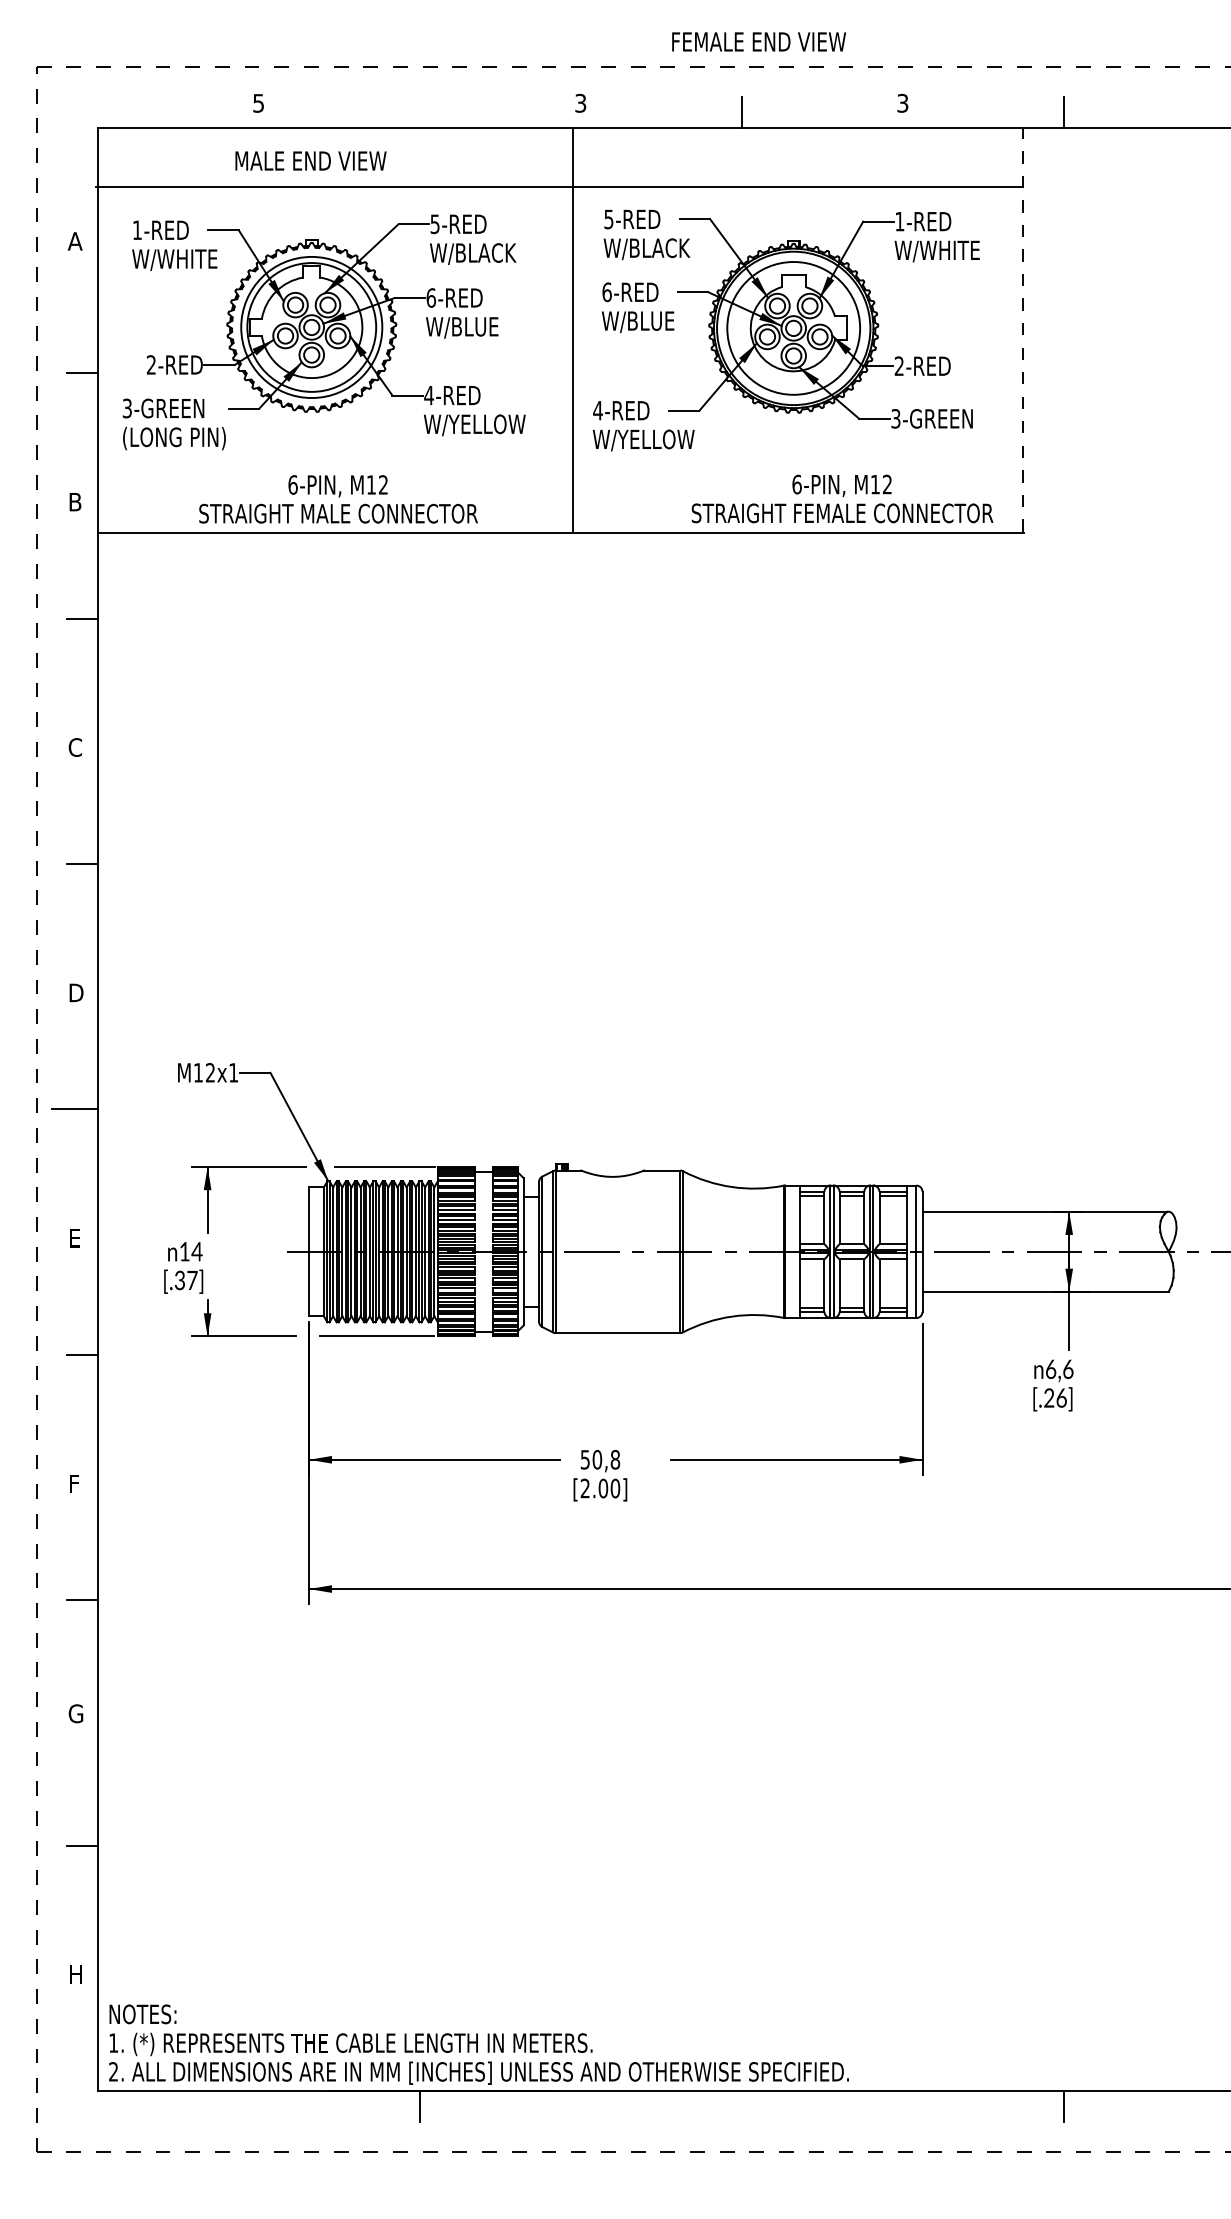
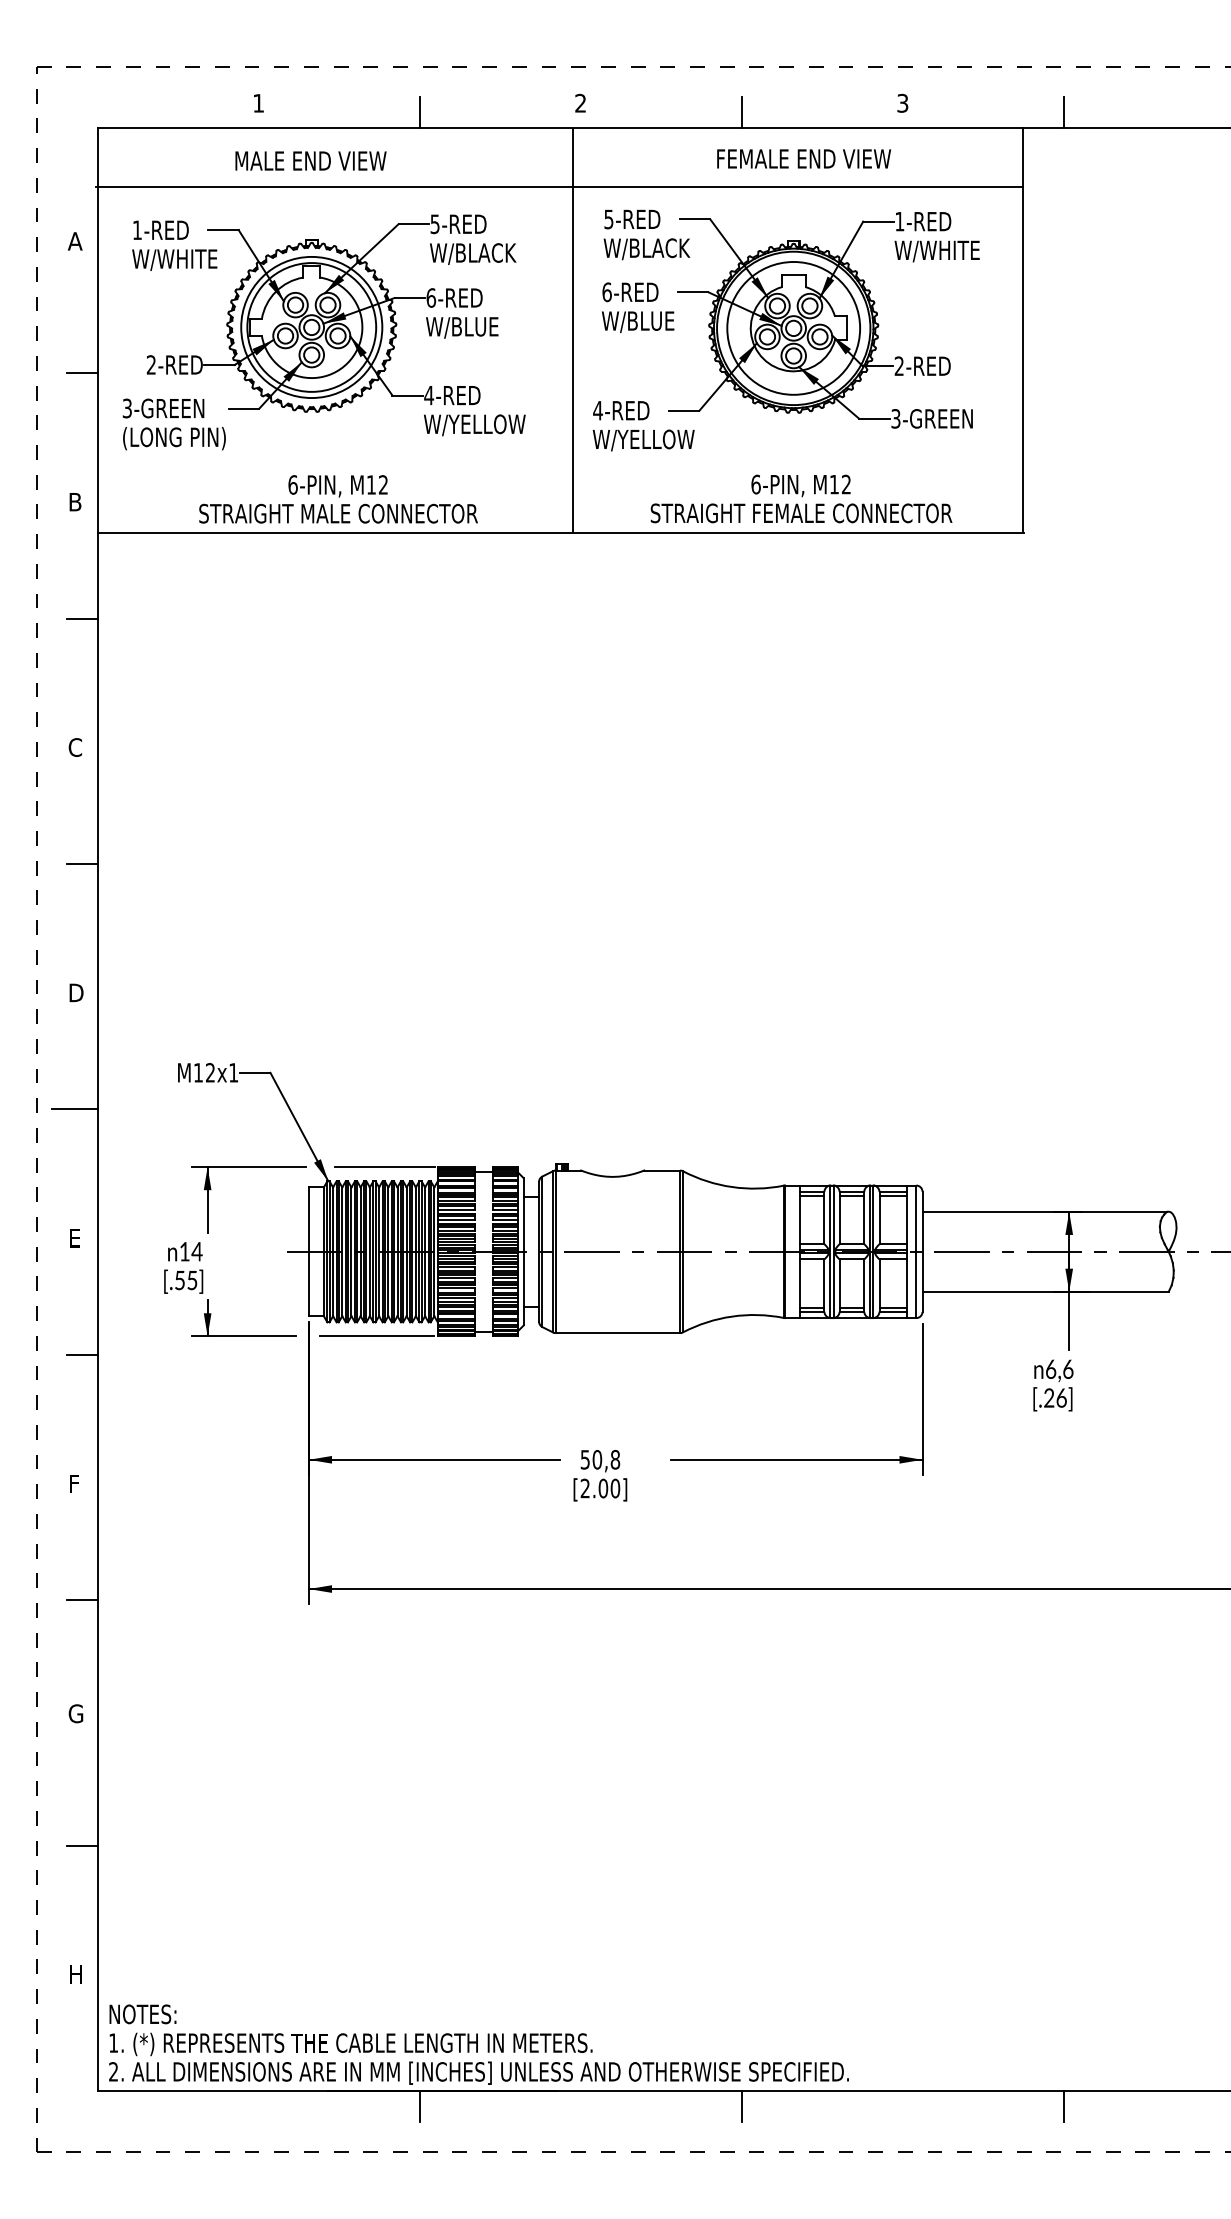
text at (758, 41) position: (758, 41) -> (803, 158)
text at (258, 103): 5 -> 1
text at (580, 103): 3 -> 2
line at (420, 112): none -> present
line at (1022, 329): dashed -> solid
text at (842, 498) position: (842, 498) -> (801, 498)
text at (185, 1280): [.37] -> [.55]
line at (742, 2106): none -> present
